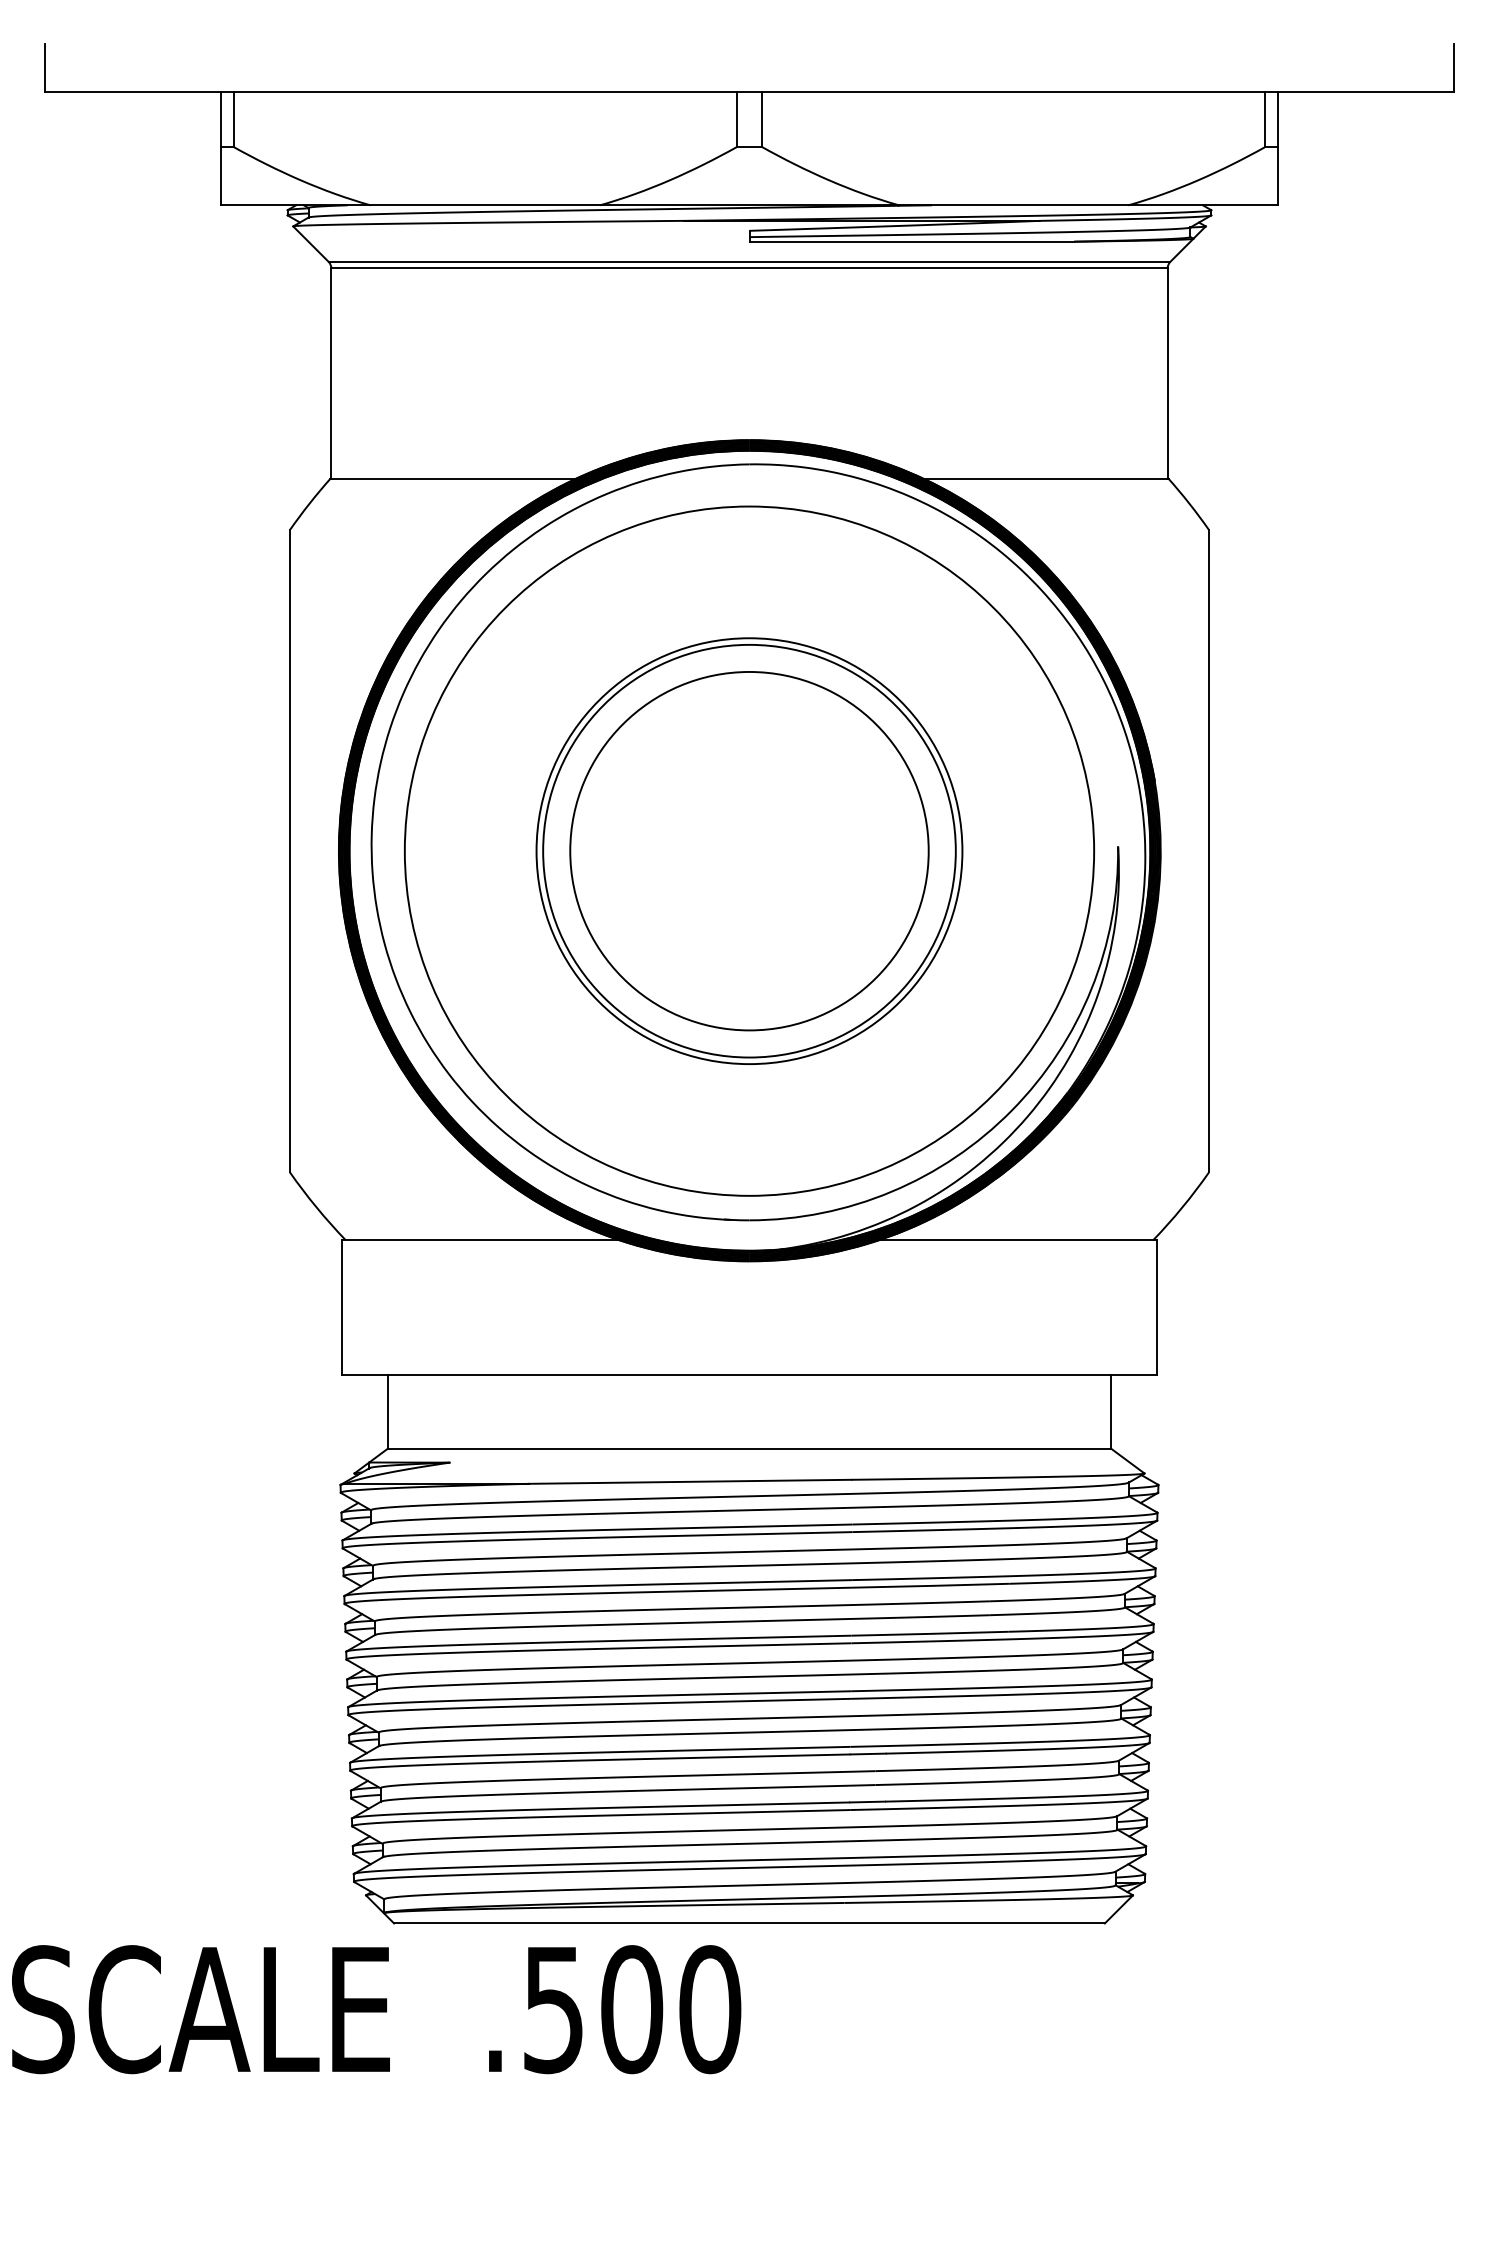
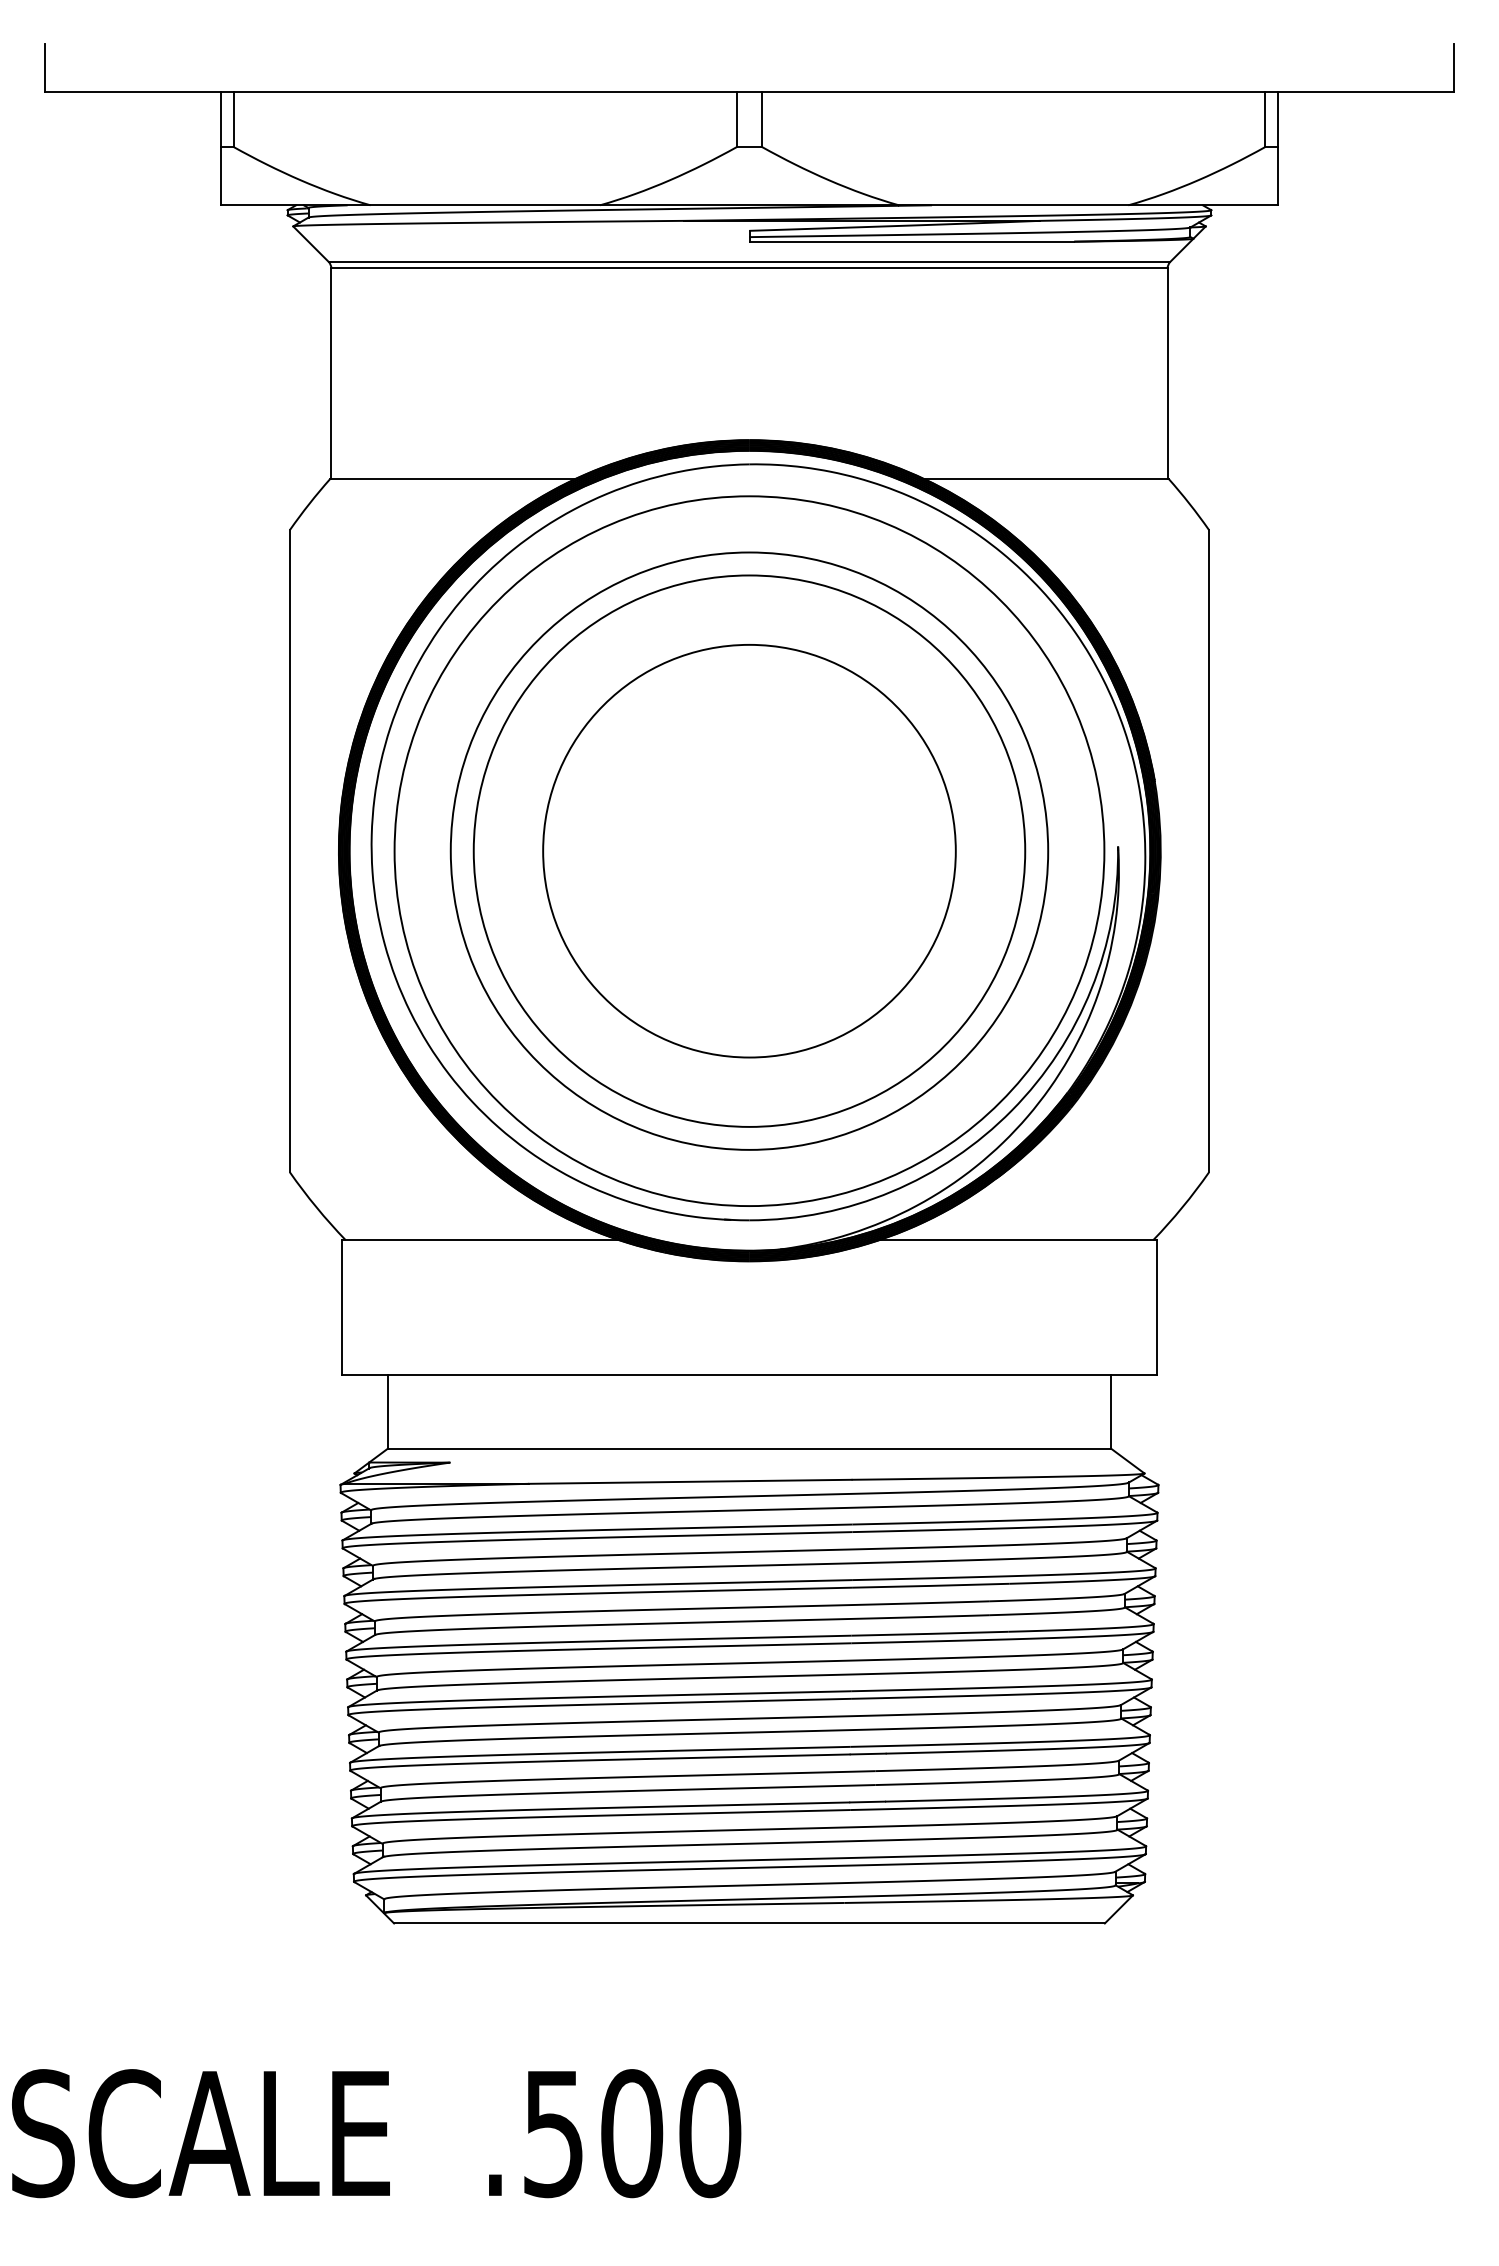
circle at (749, 850) diameter: 358 px -> 597 px
circle at (749, 850) diameter: 689 px -> 551 px
circle at (749, 851) diameter: 426 px -> 710 px
text at (376, 2009) position: (376, 2009) -> (376, 2133)
